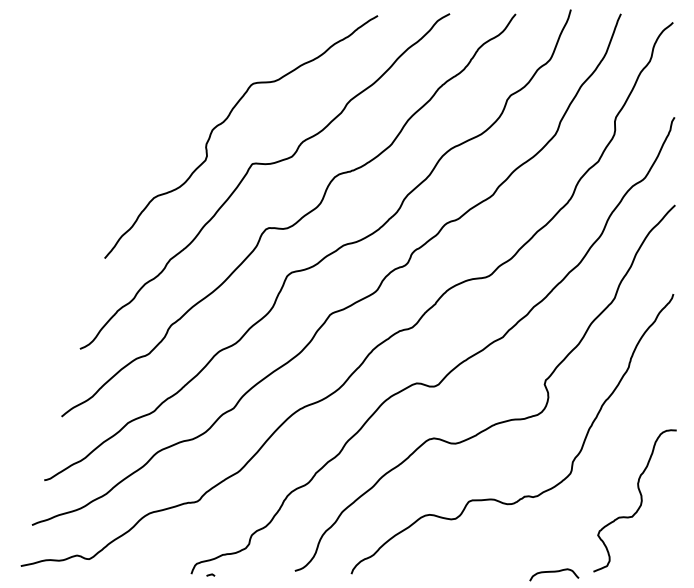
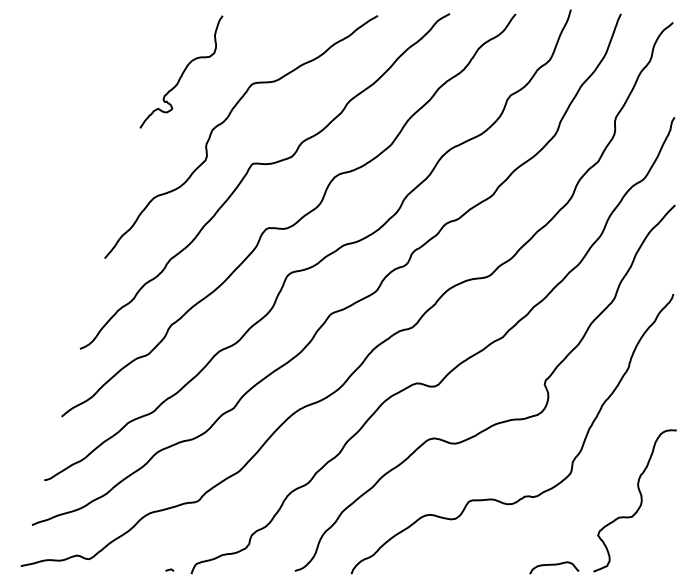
curve at (182, 71): none -> present
curve at (554, 572) position: (554, 572) -> (554, 565)
curve at (210, 574) position: (210, 574) -> (169, 569)
